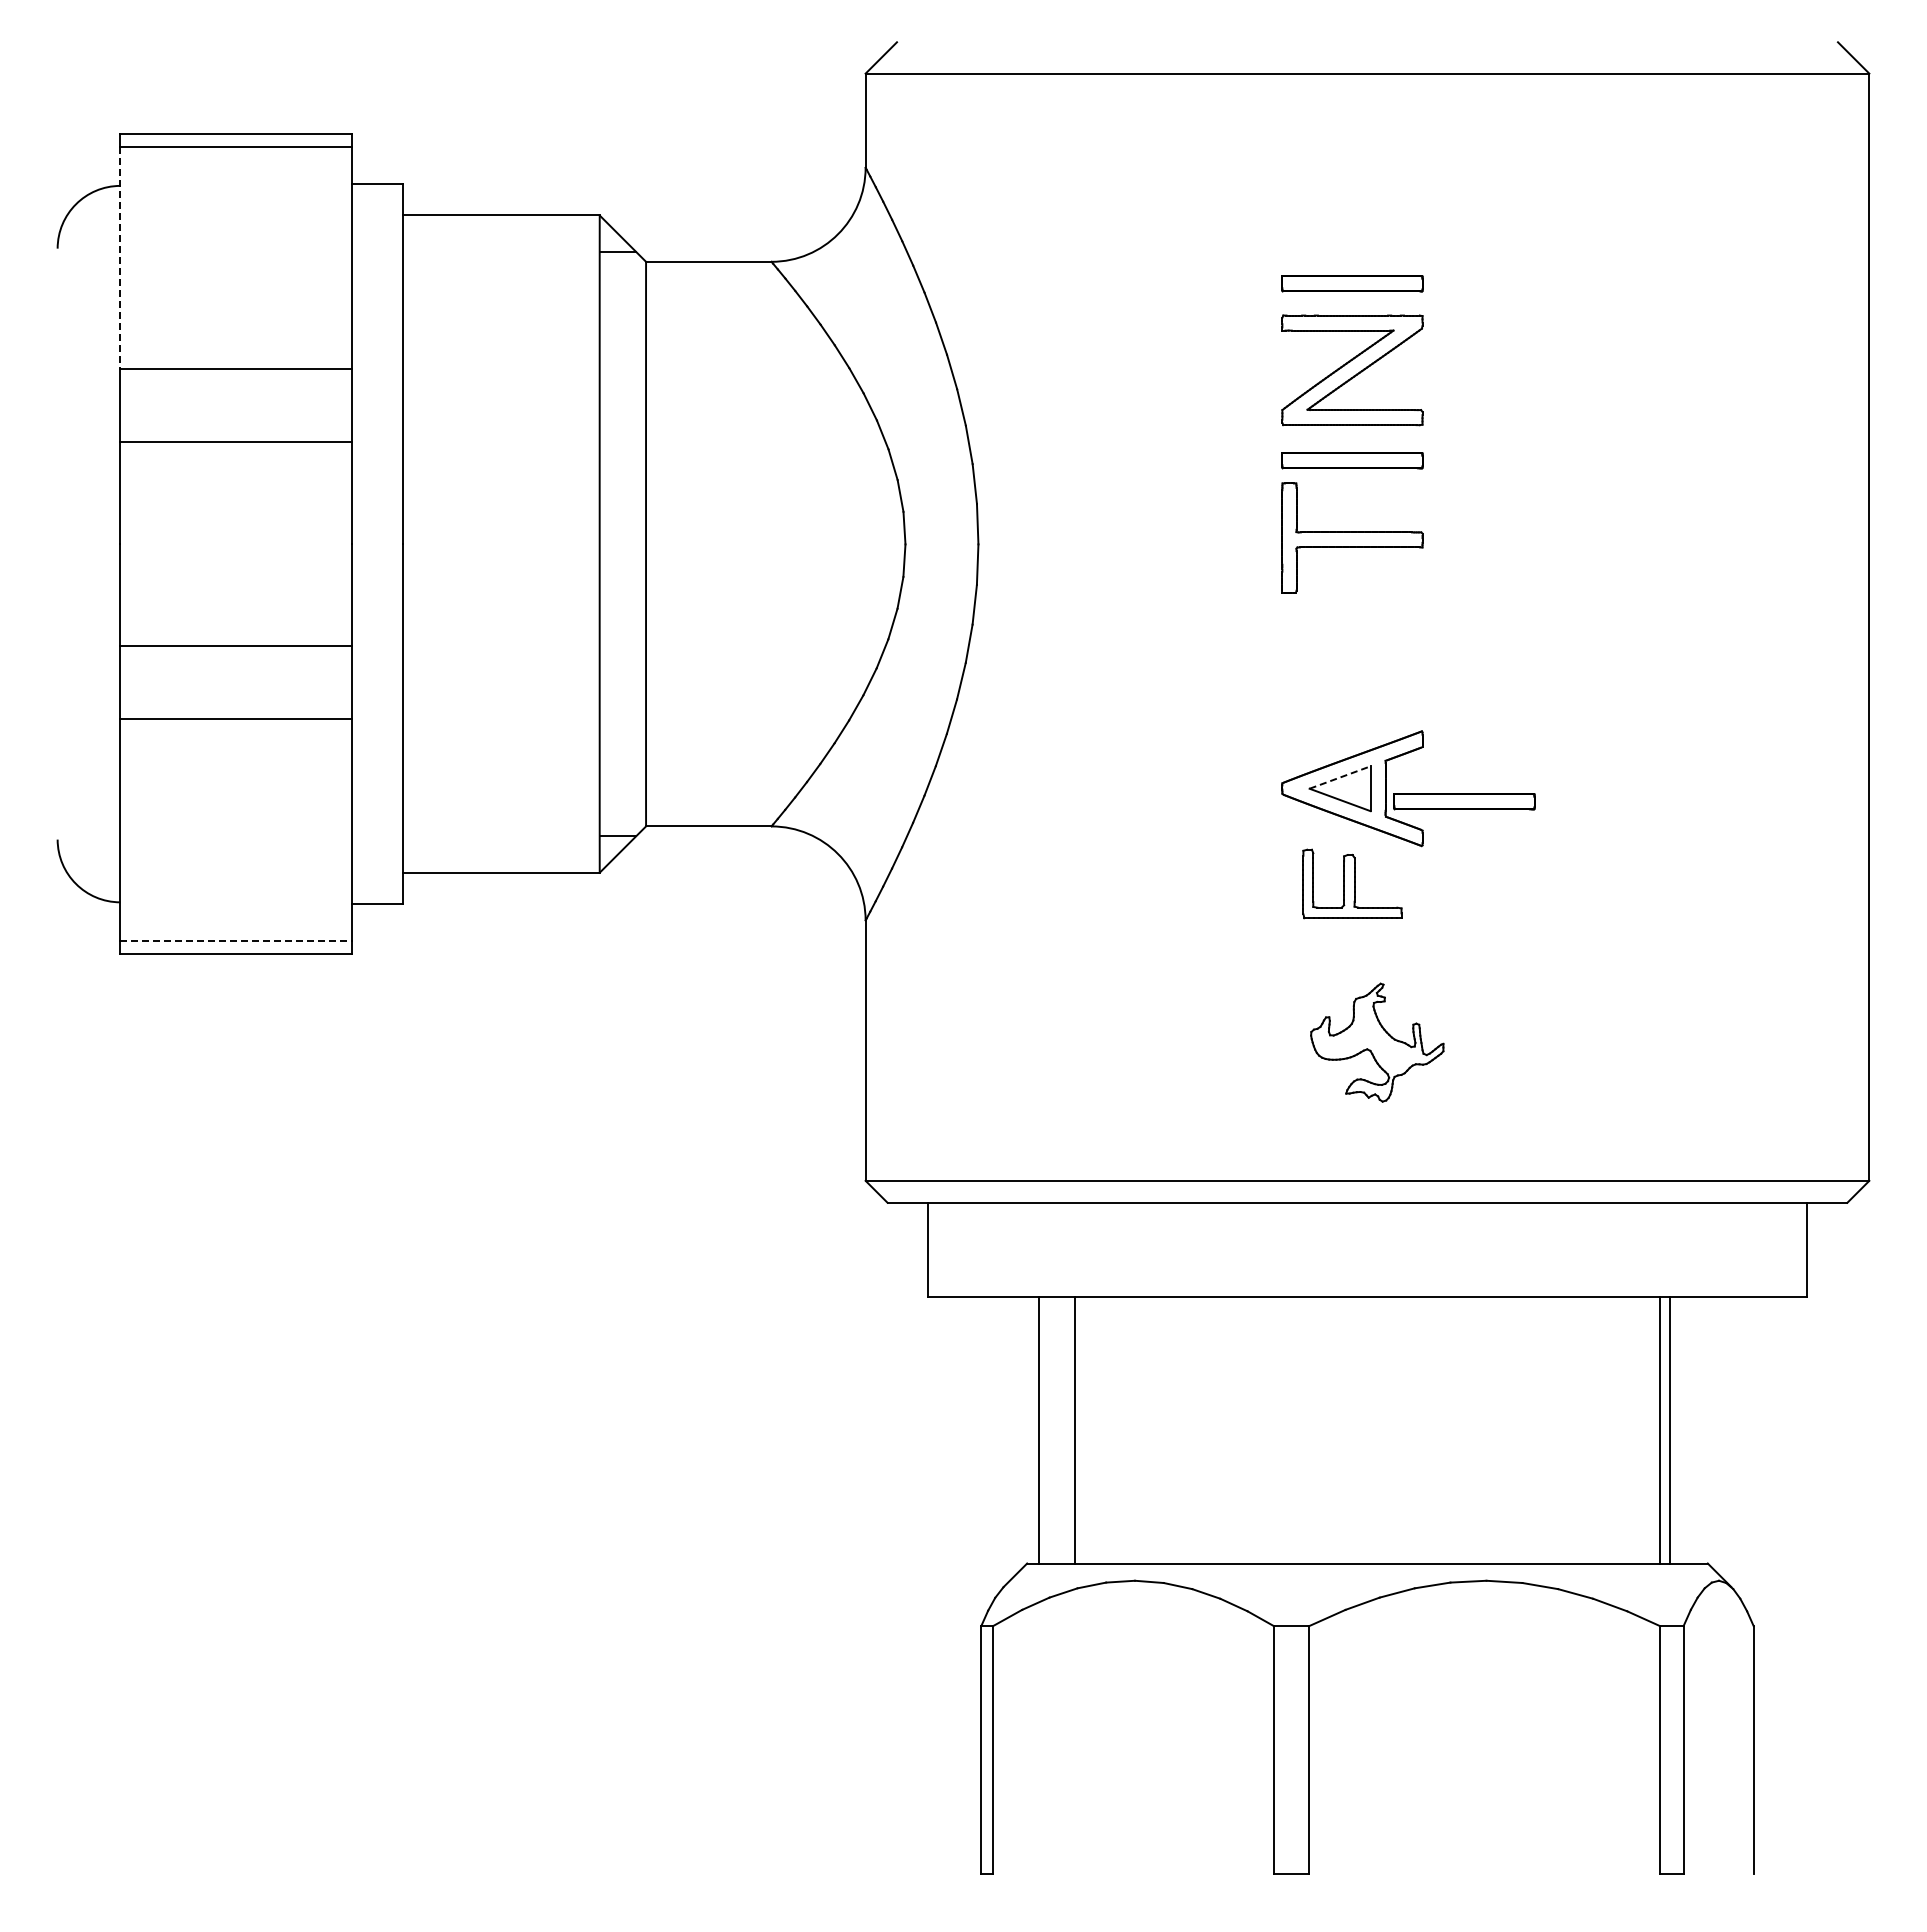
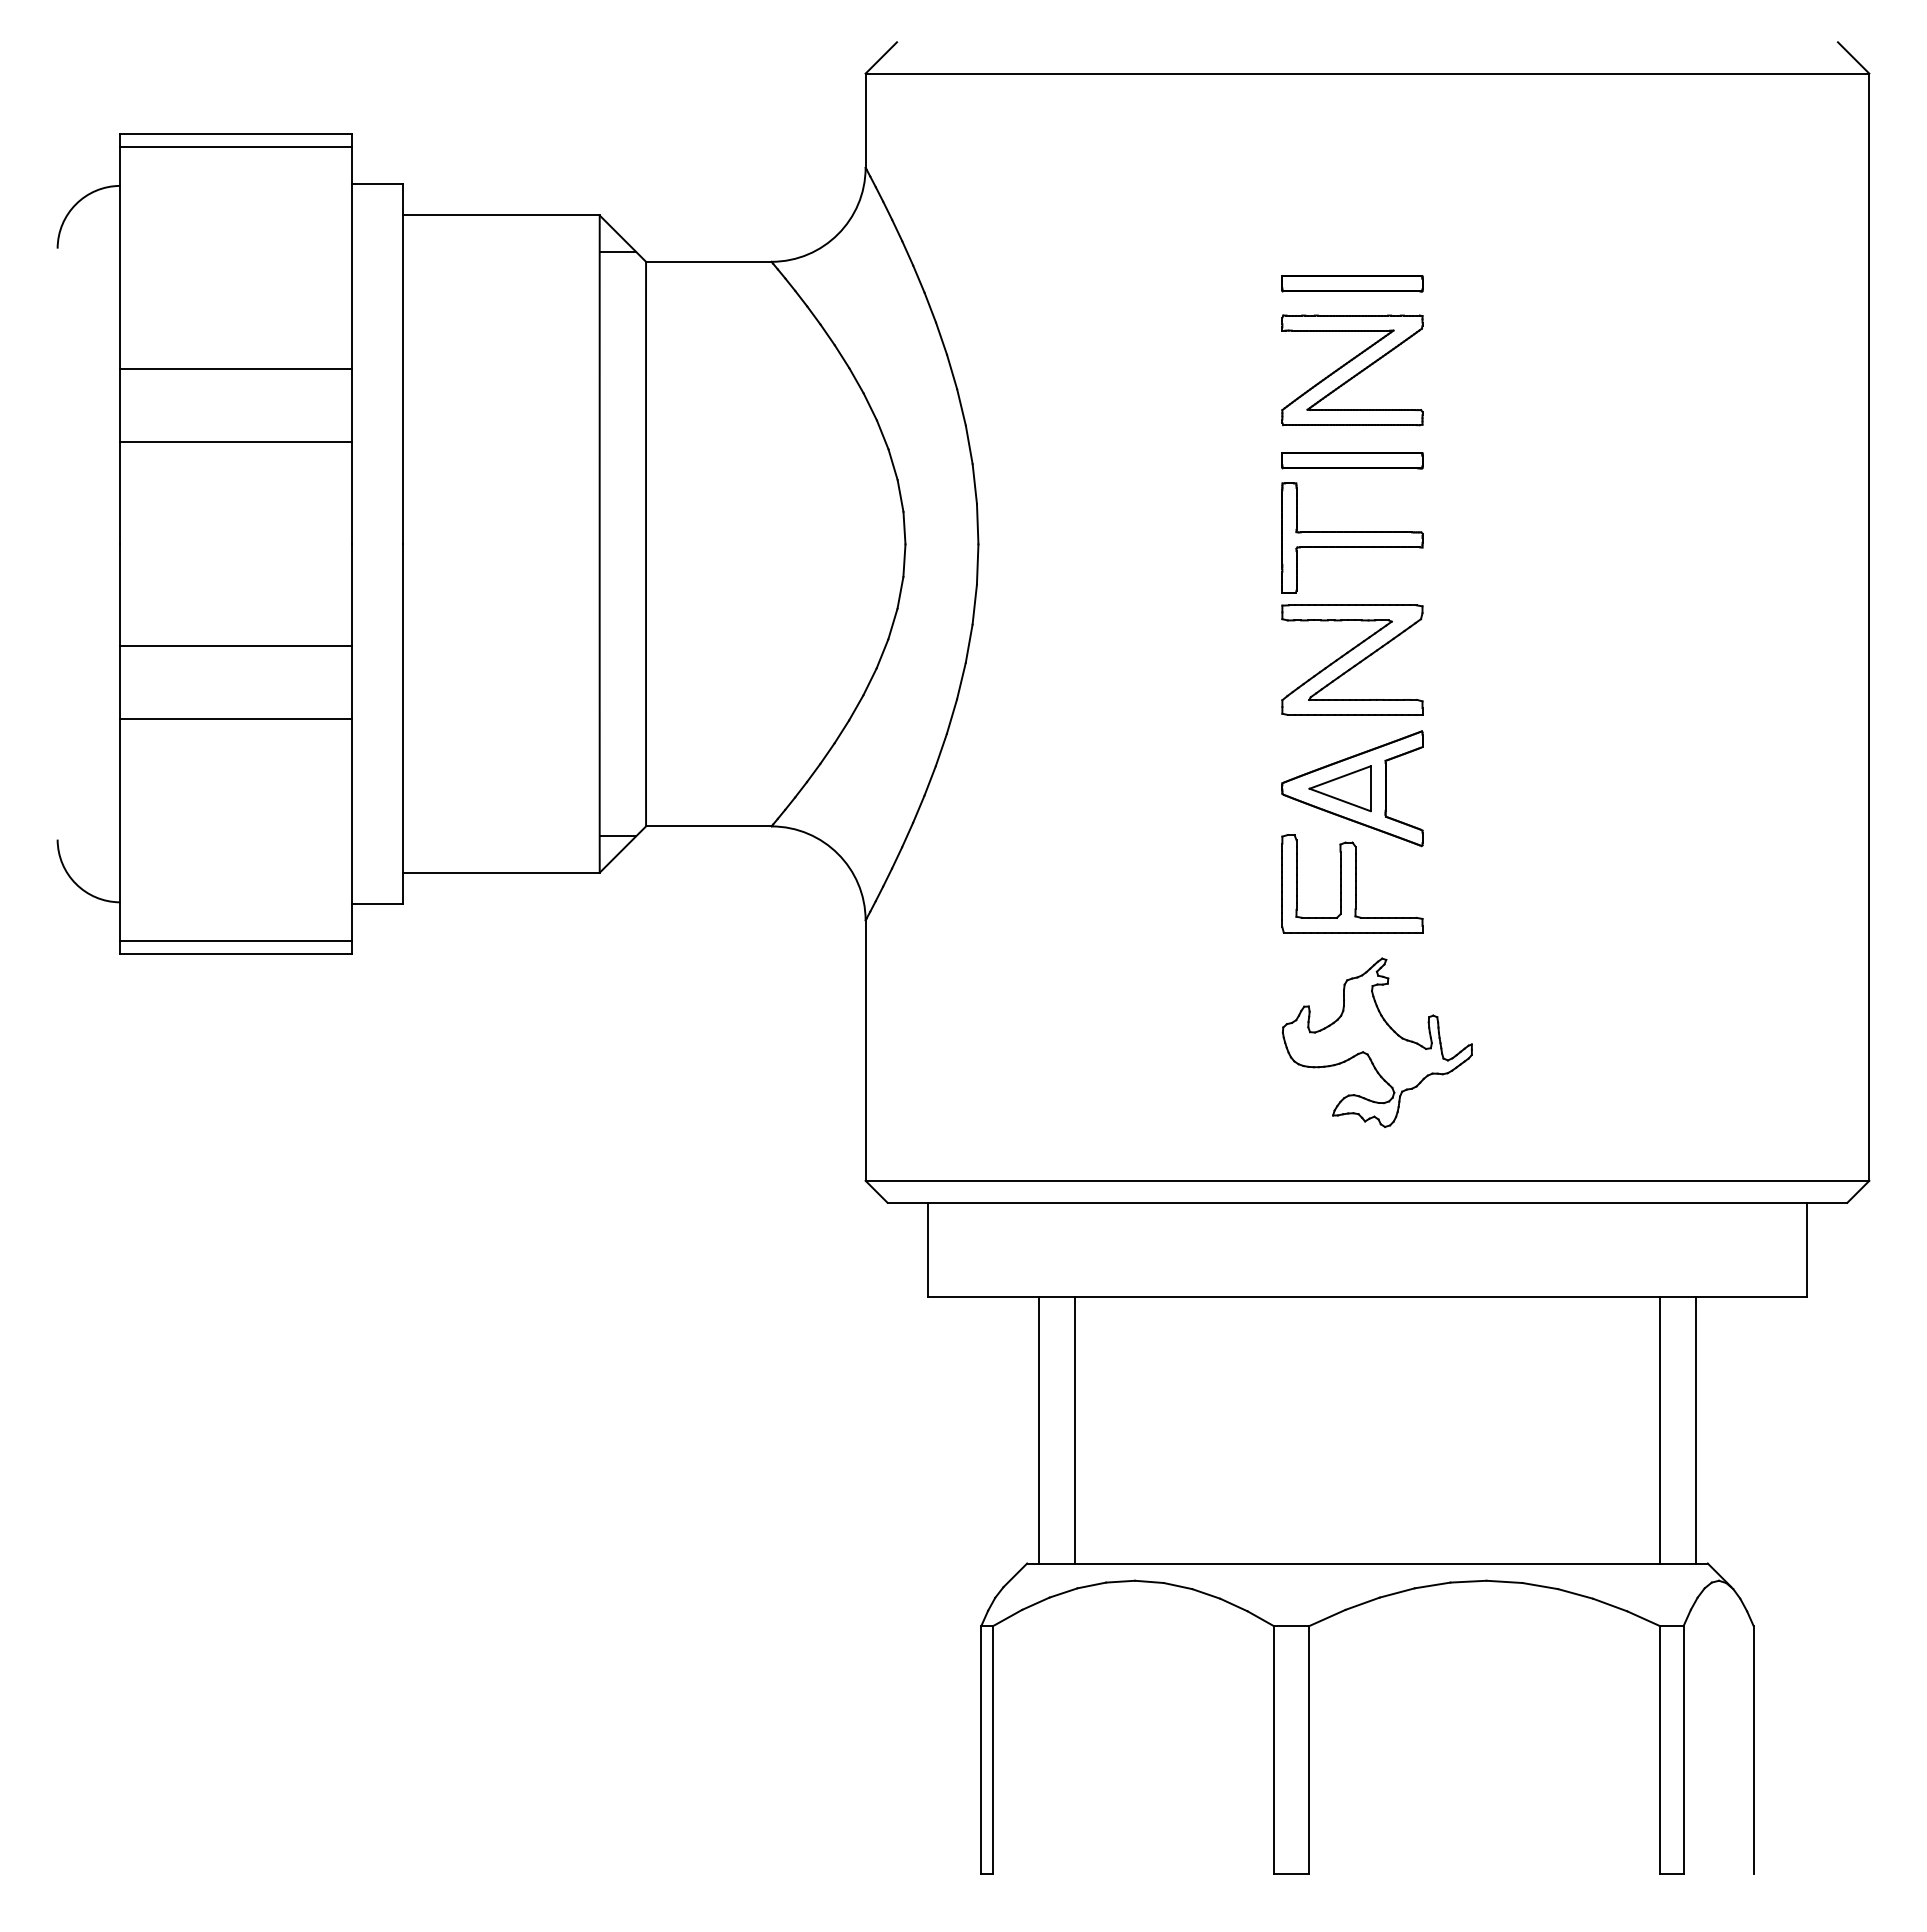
line at (120, 258): dashed -> solid
part at (1352, 659): none -> present
line at (1340, 777): dashed -> solid
part at (1464, 801): present -> none
part at (1352, 883) size: 101x72 px -> 143x100 px
line at (236, 940): dashed -> solid
part at (1377, 1042) size: 135x121 px -> 192x171 px
line at (1670, 1429) position: (1670, 1429) -> (1696, 1429)
